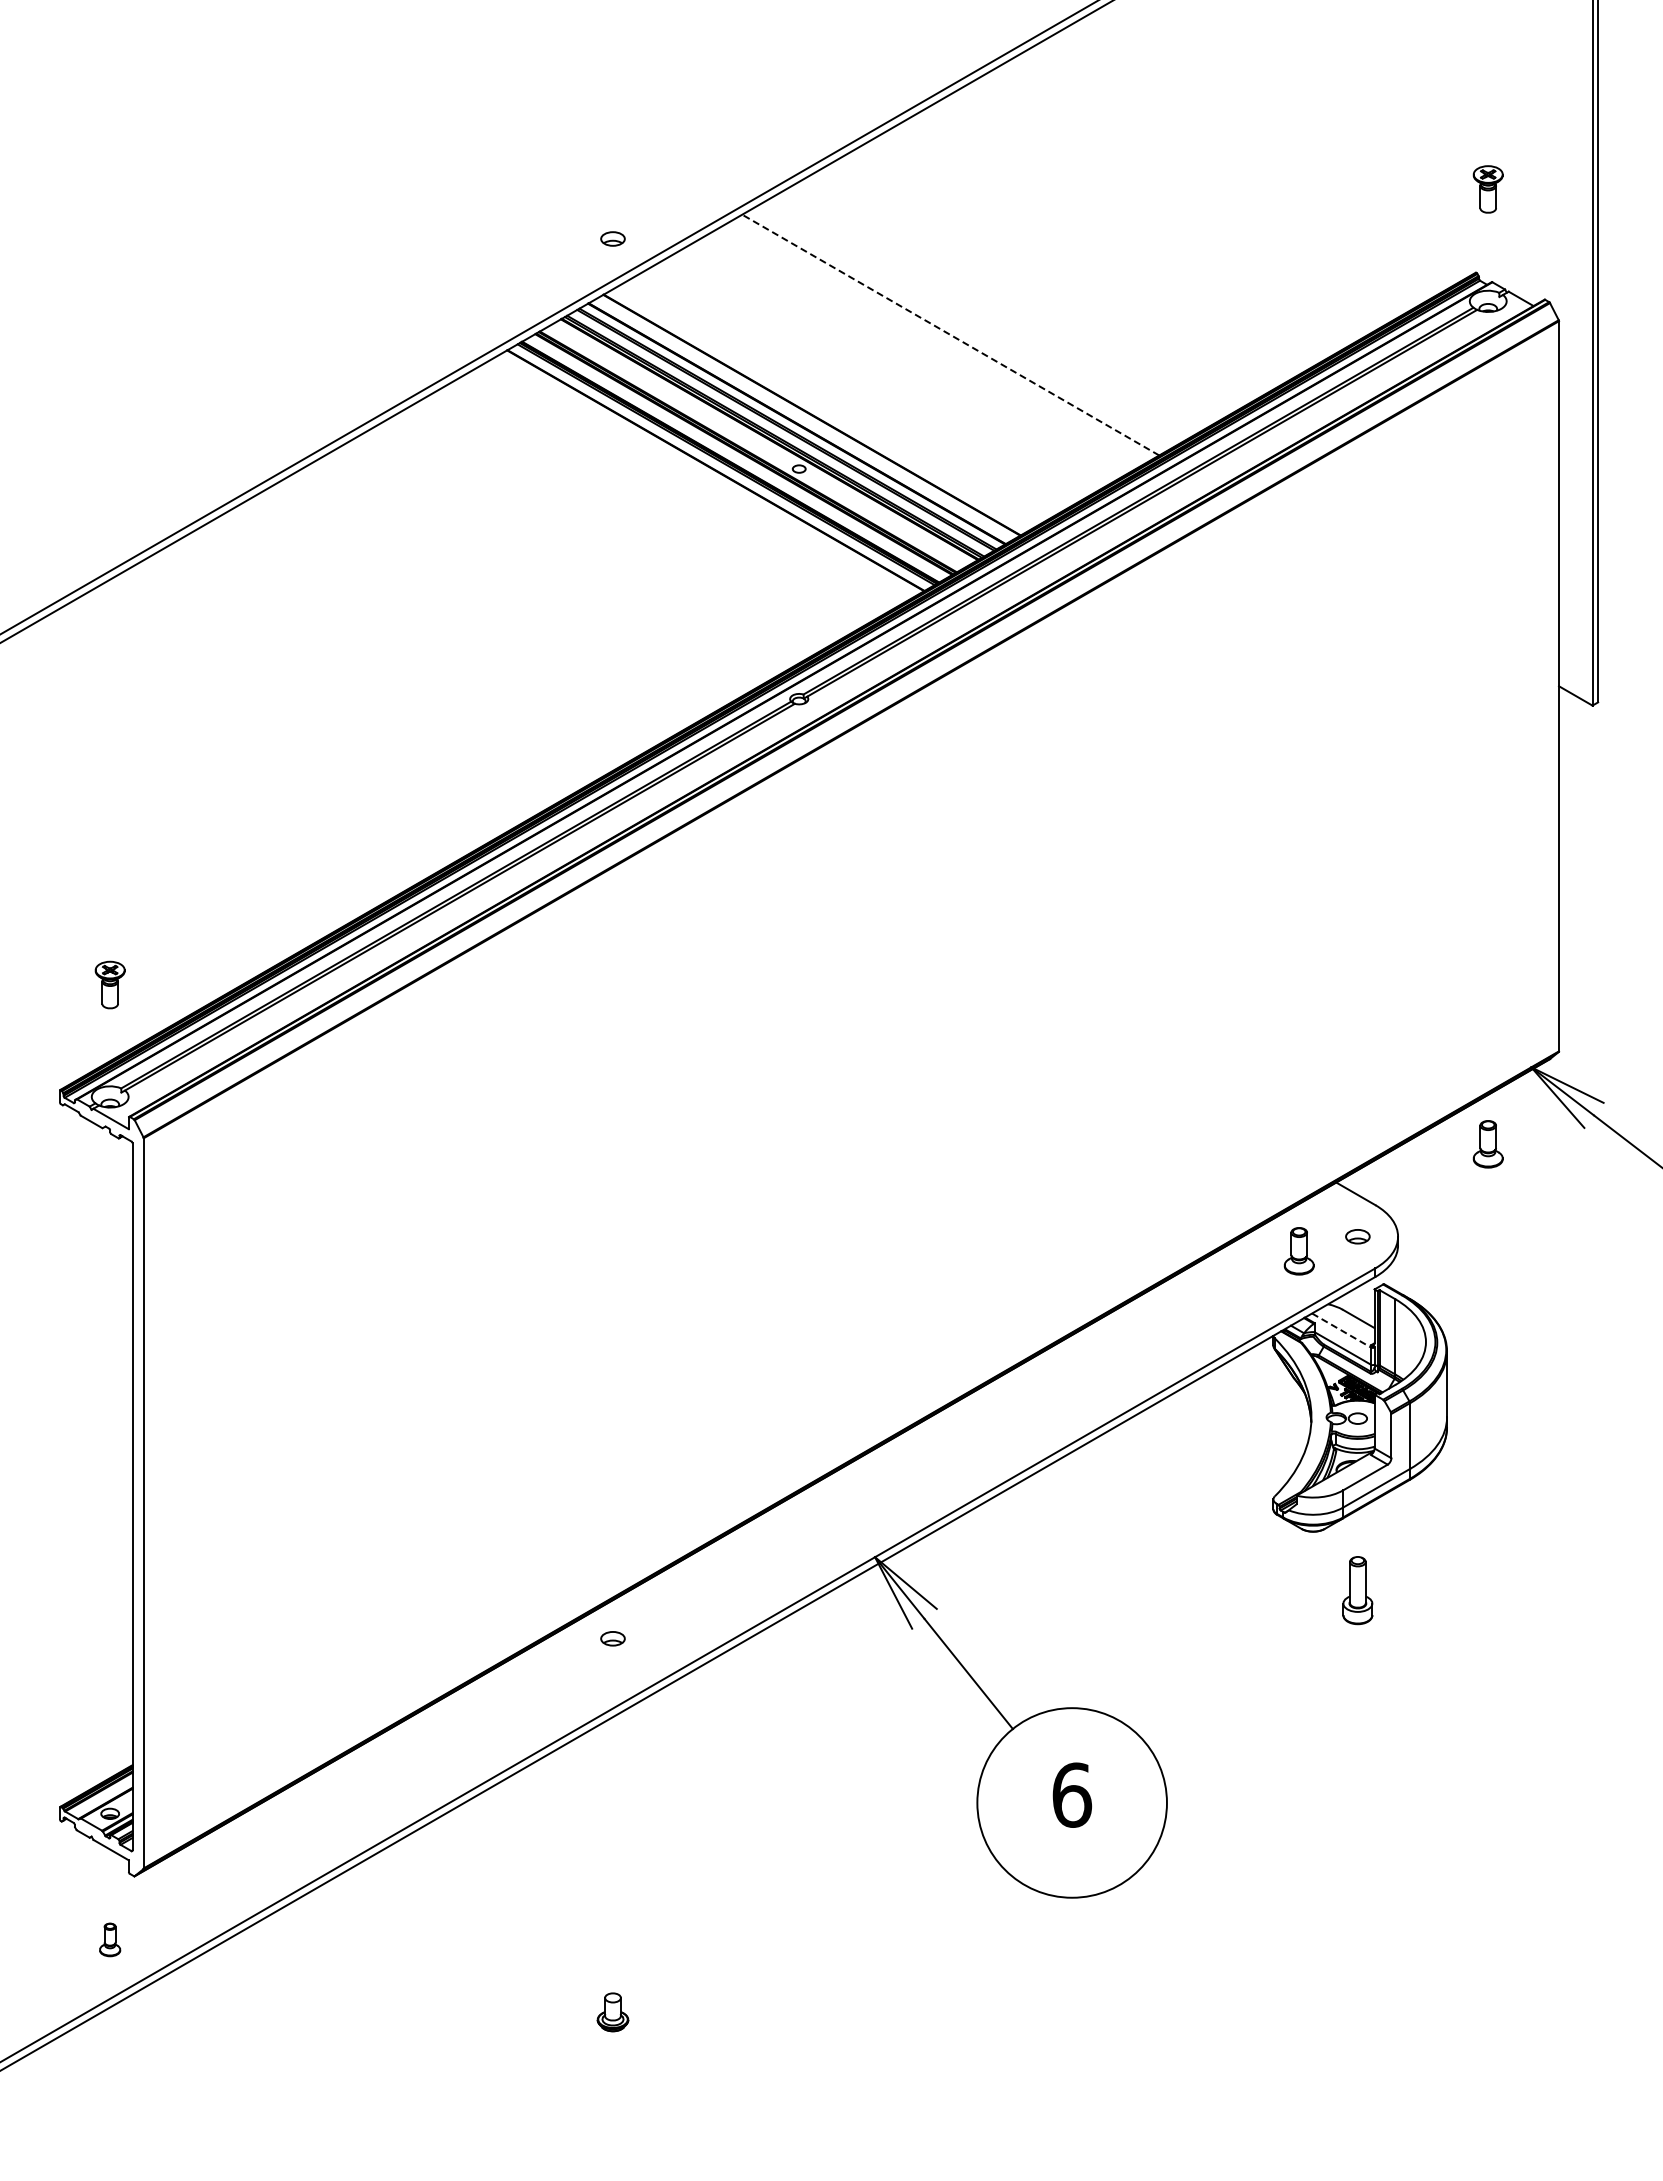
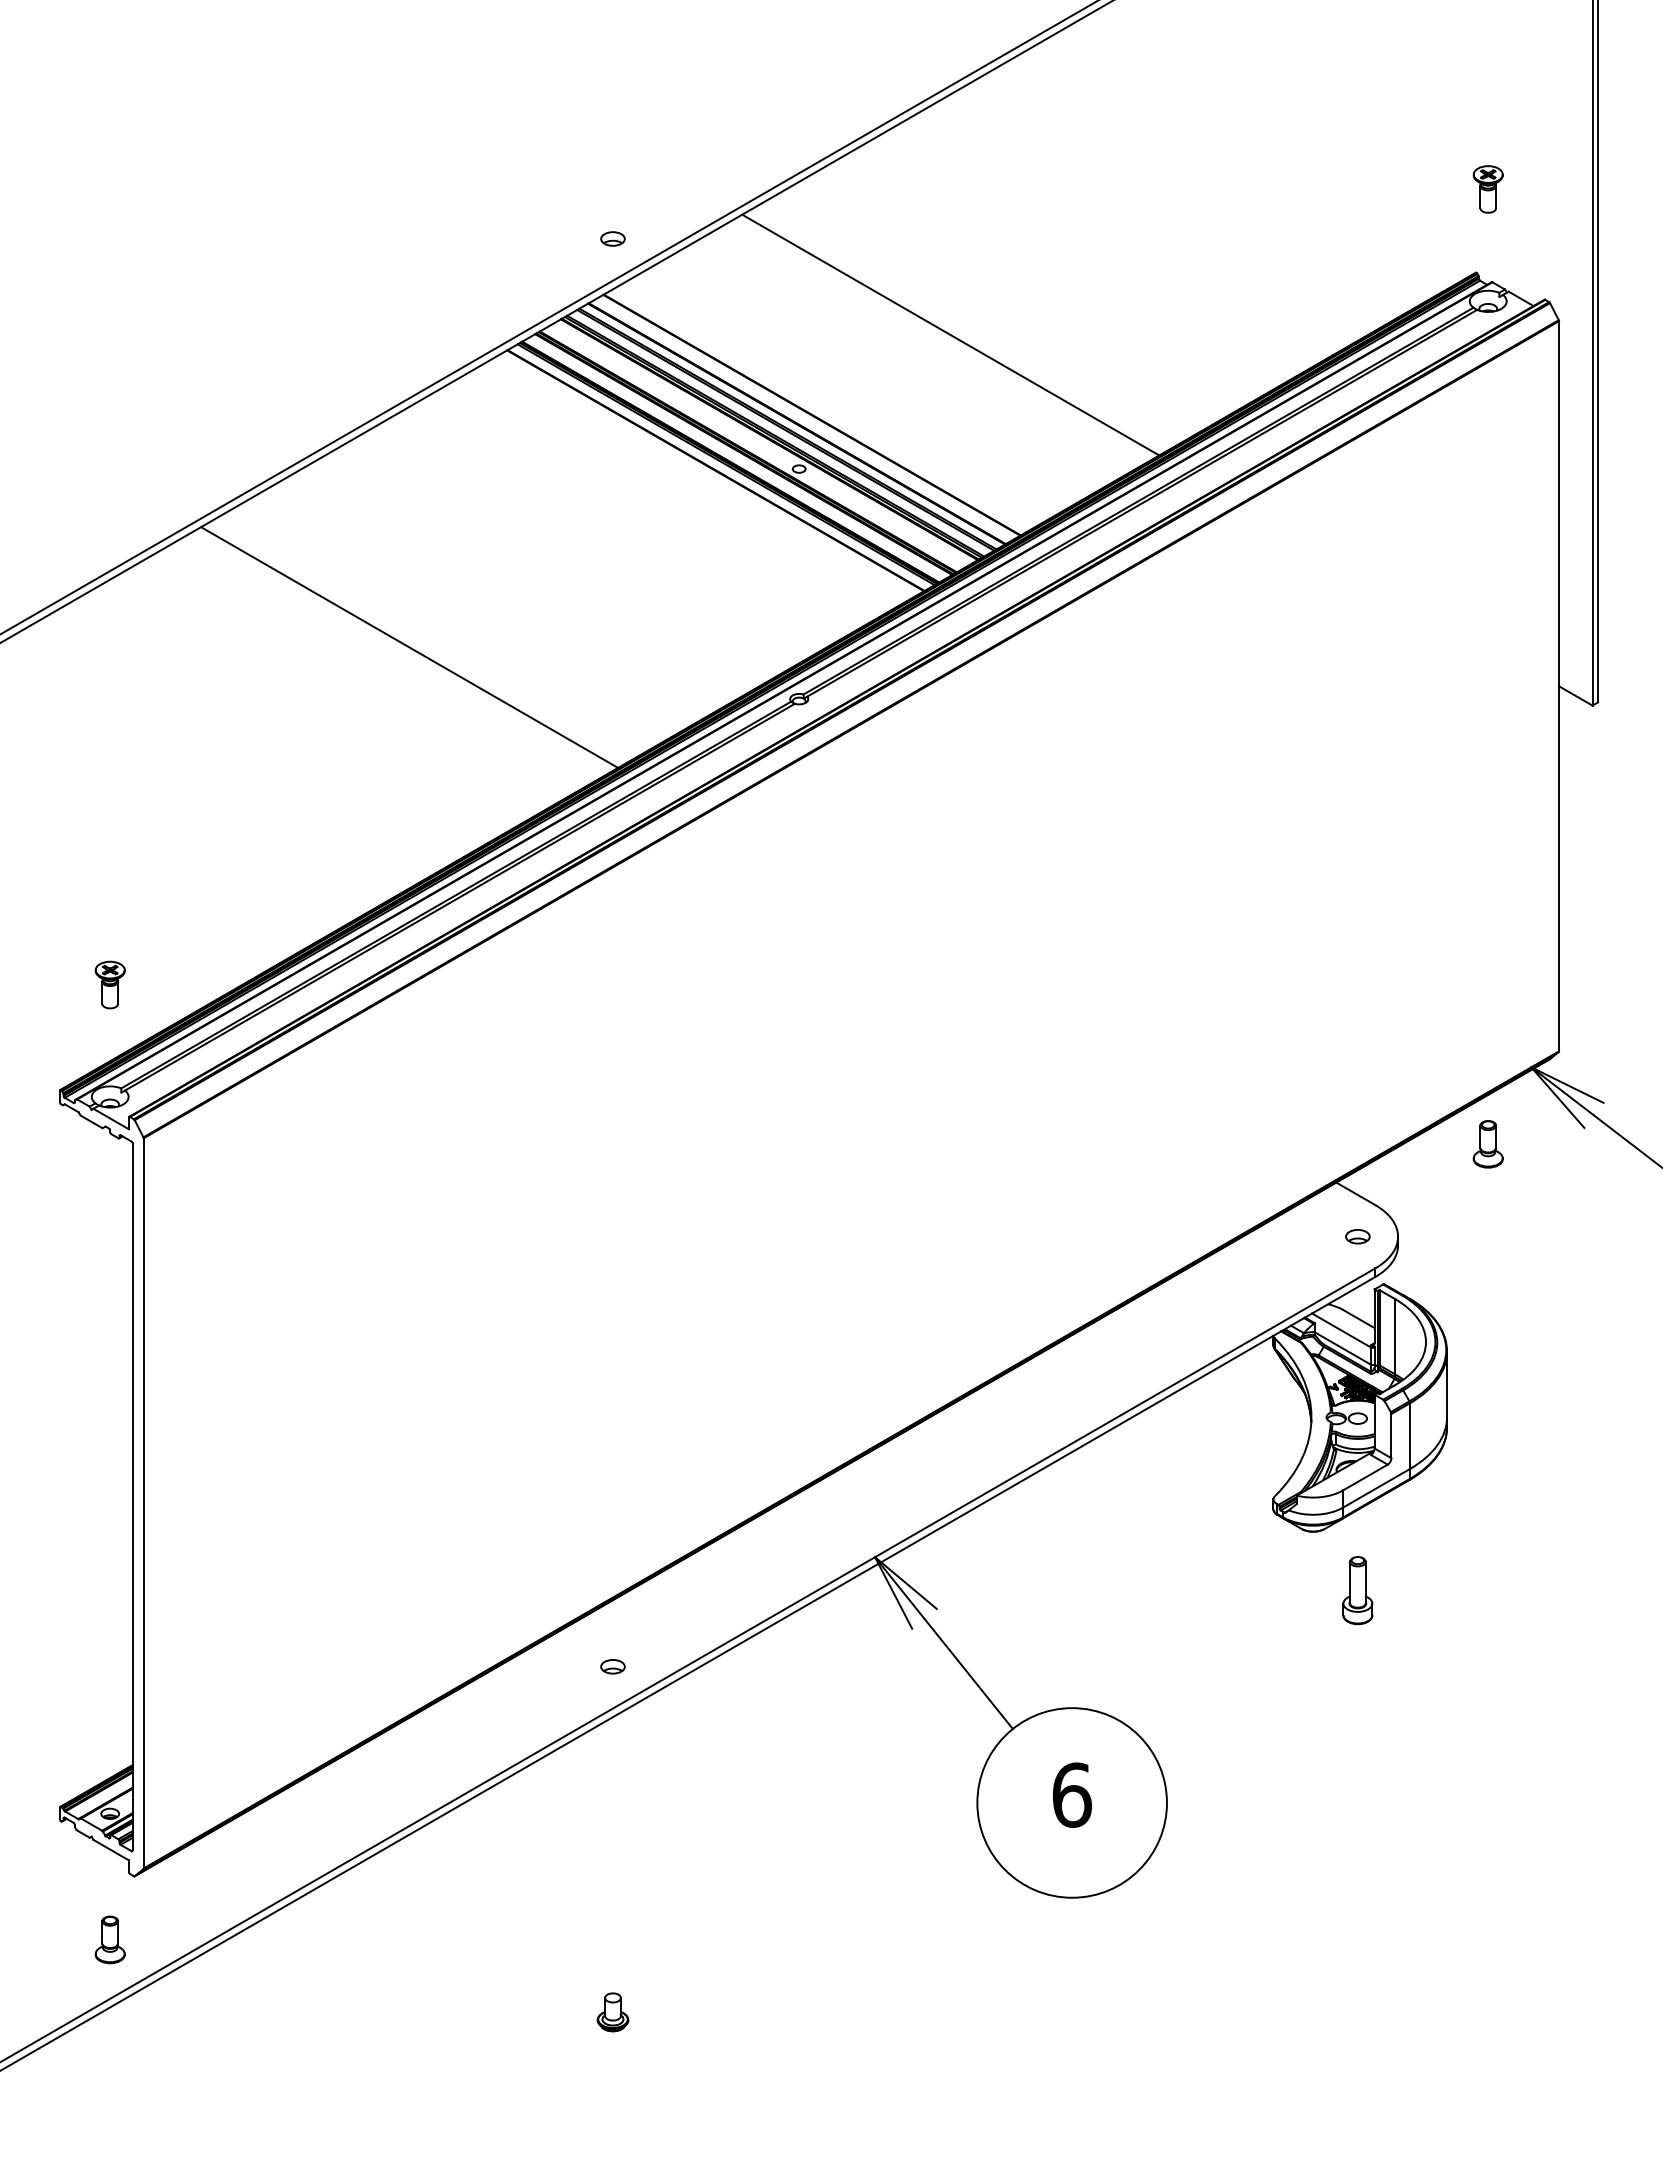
line at (950, 335): dashed -> solid
line at (409, 647): none -> present
part at (1298, 1251): present -> none
line at (1341, 1330): dashed -> solid
part at (612, 1638) position: (612, 1638) -> (612, 1666)
part at (110, 1939) size: 23x36 px -> 32x50 px
